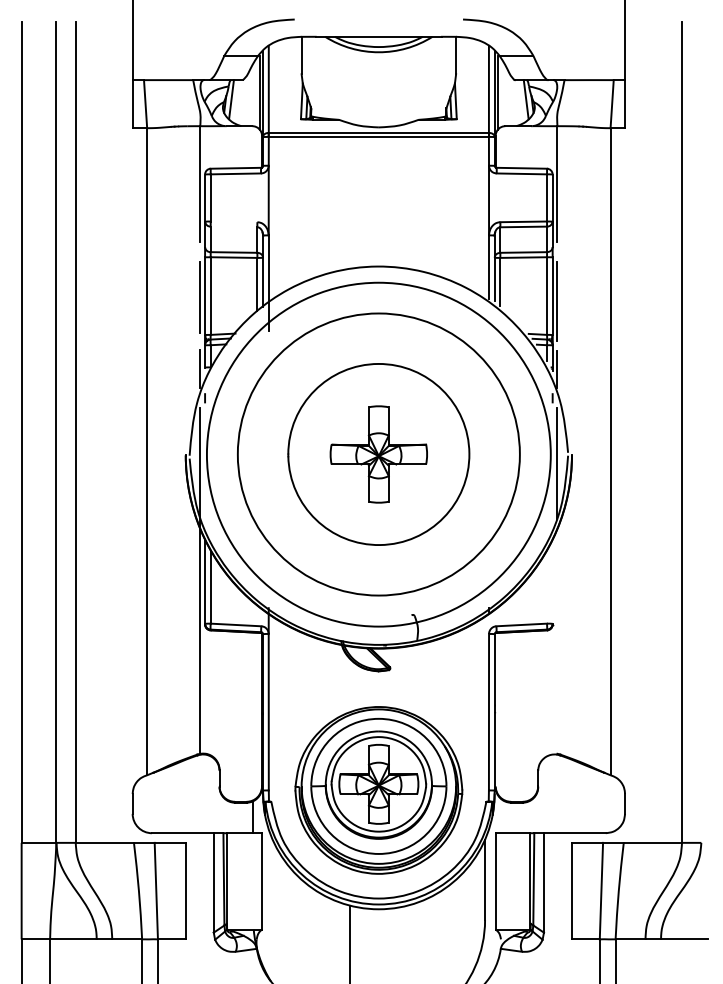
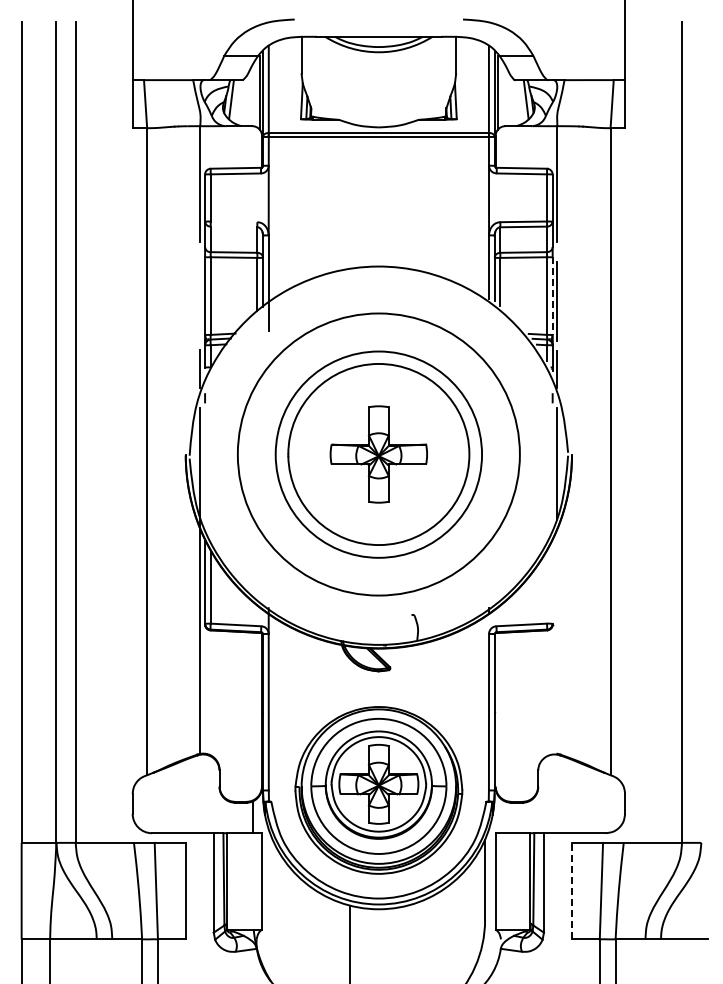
line at (552, 296): solid -> dashed
line at (200, 297): present -> none
circle at (378, 454) diameter: 344 px -> 206 px
line at (571, 890): solid -> dashed
